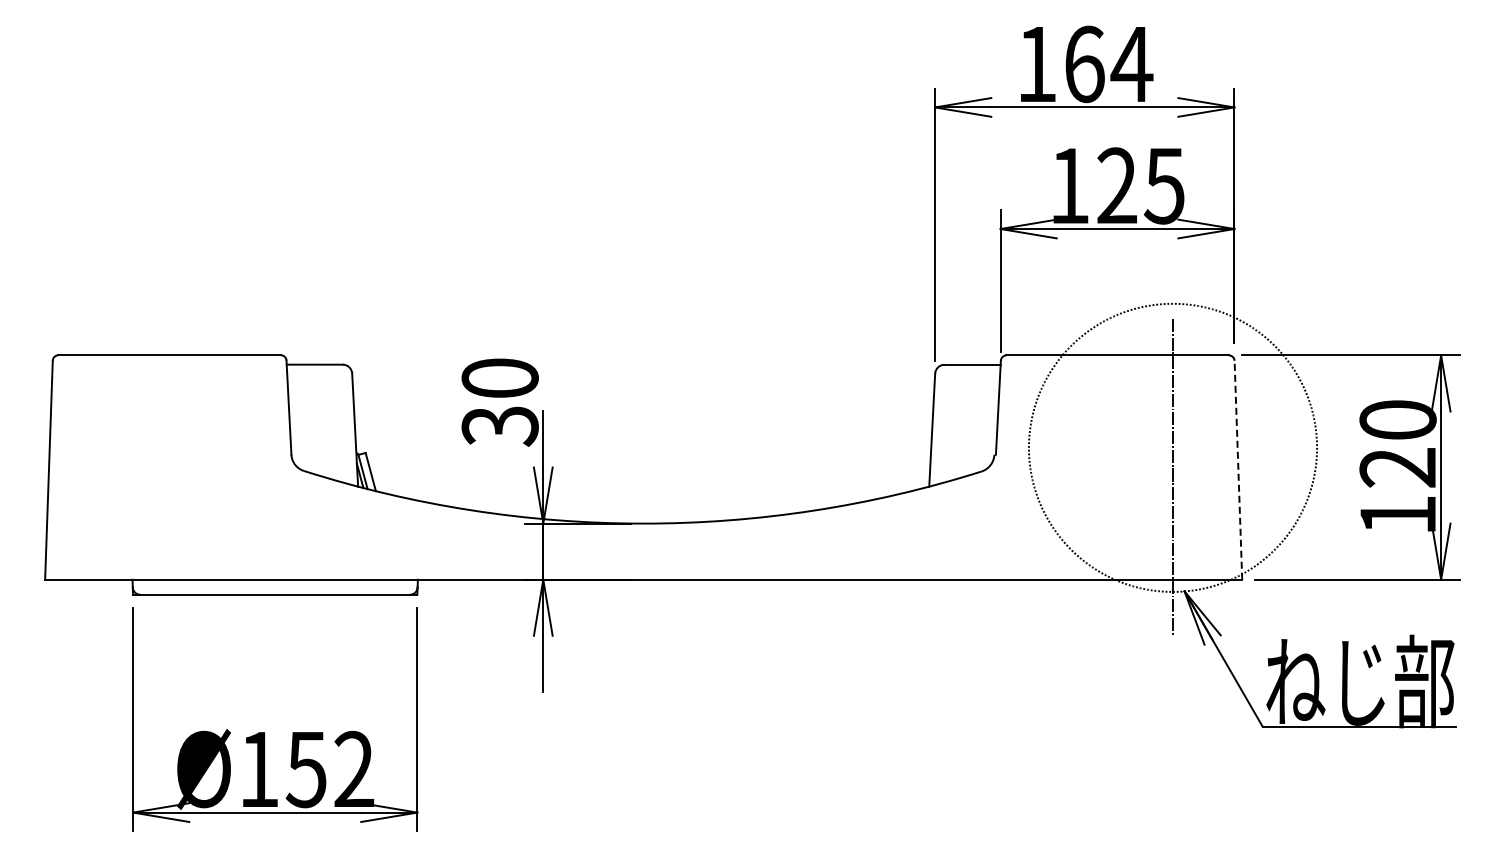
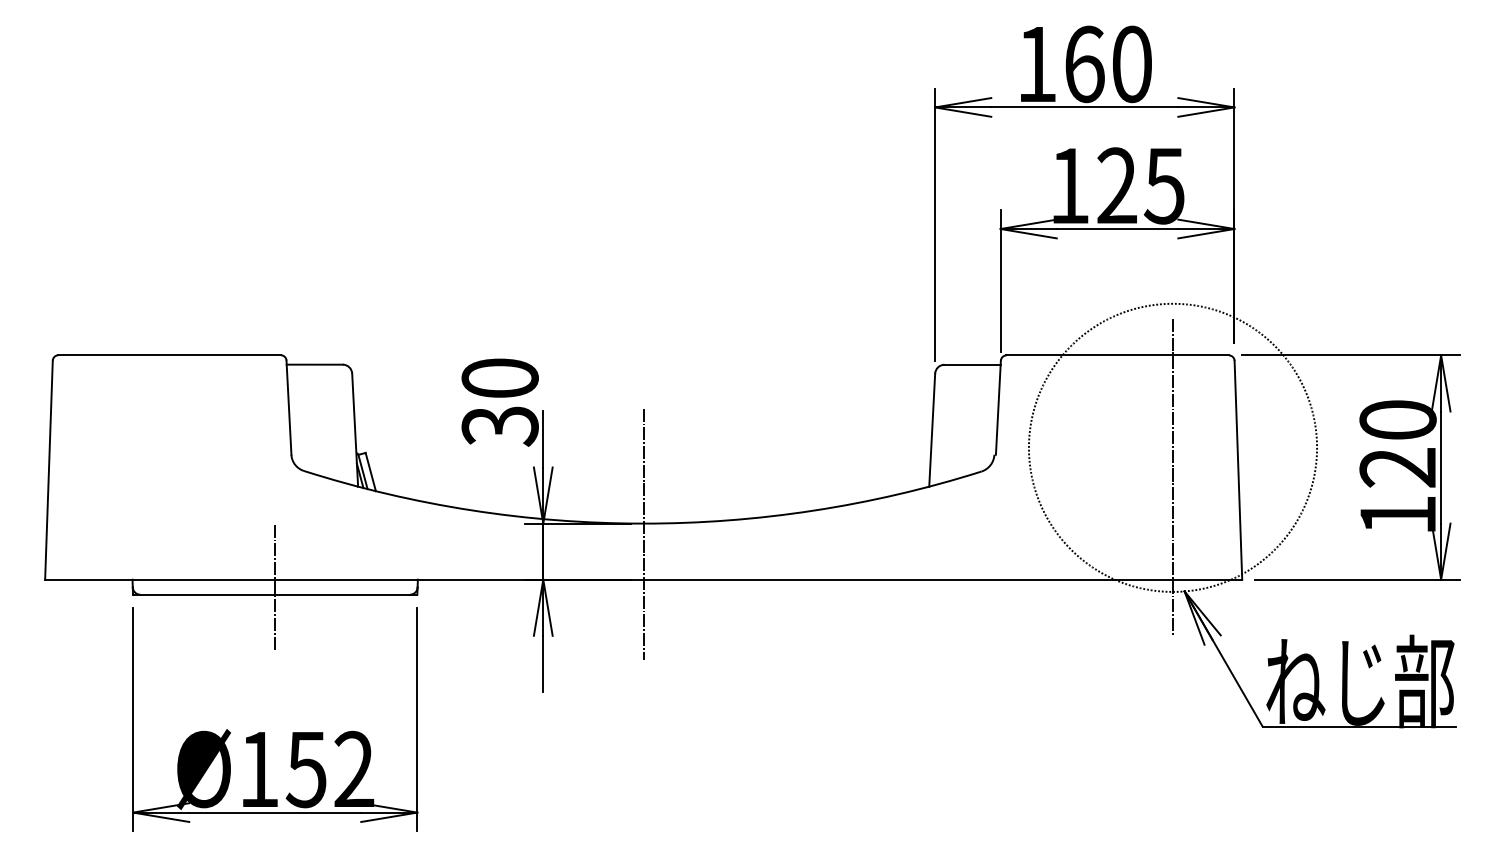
text at (1131, 64): 164 -> 160
line at (1238, 470): dashed -> solid
line at (643, 533): none -> present
line at (275, 586): none -> present
